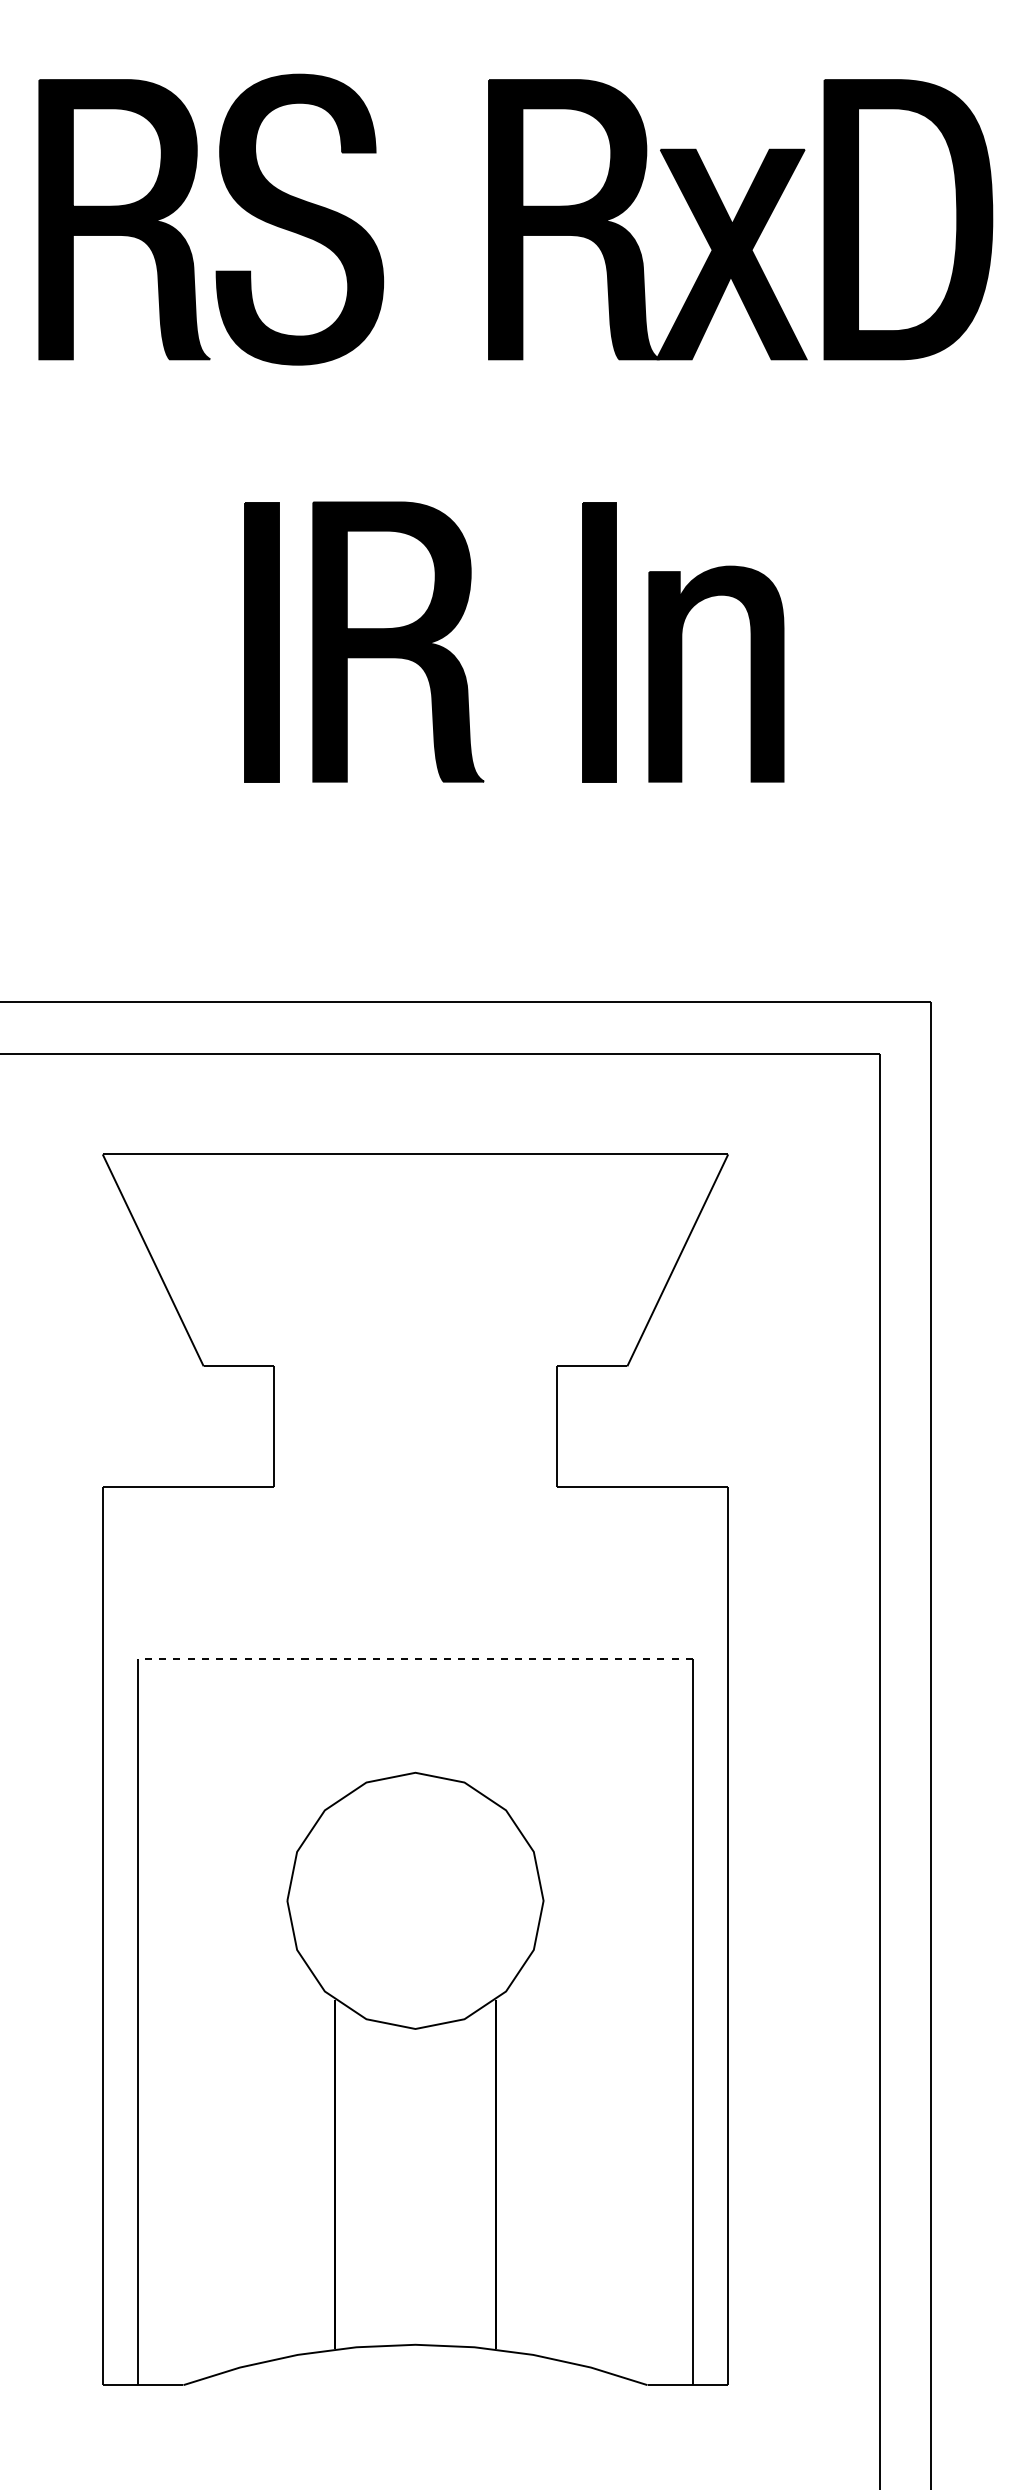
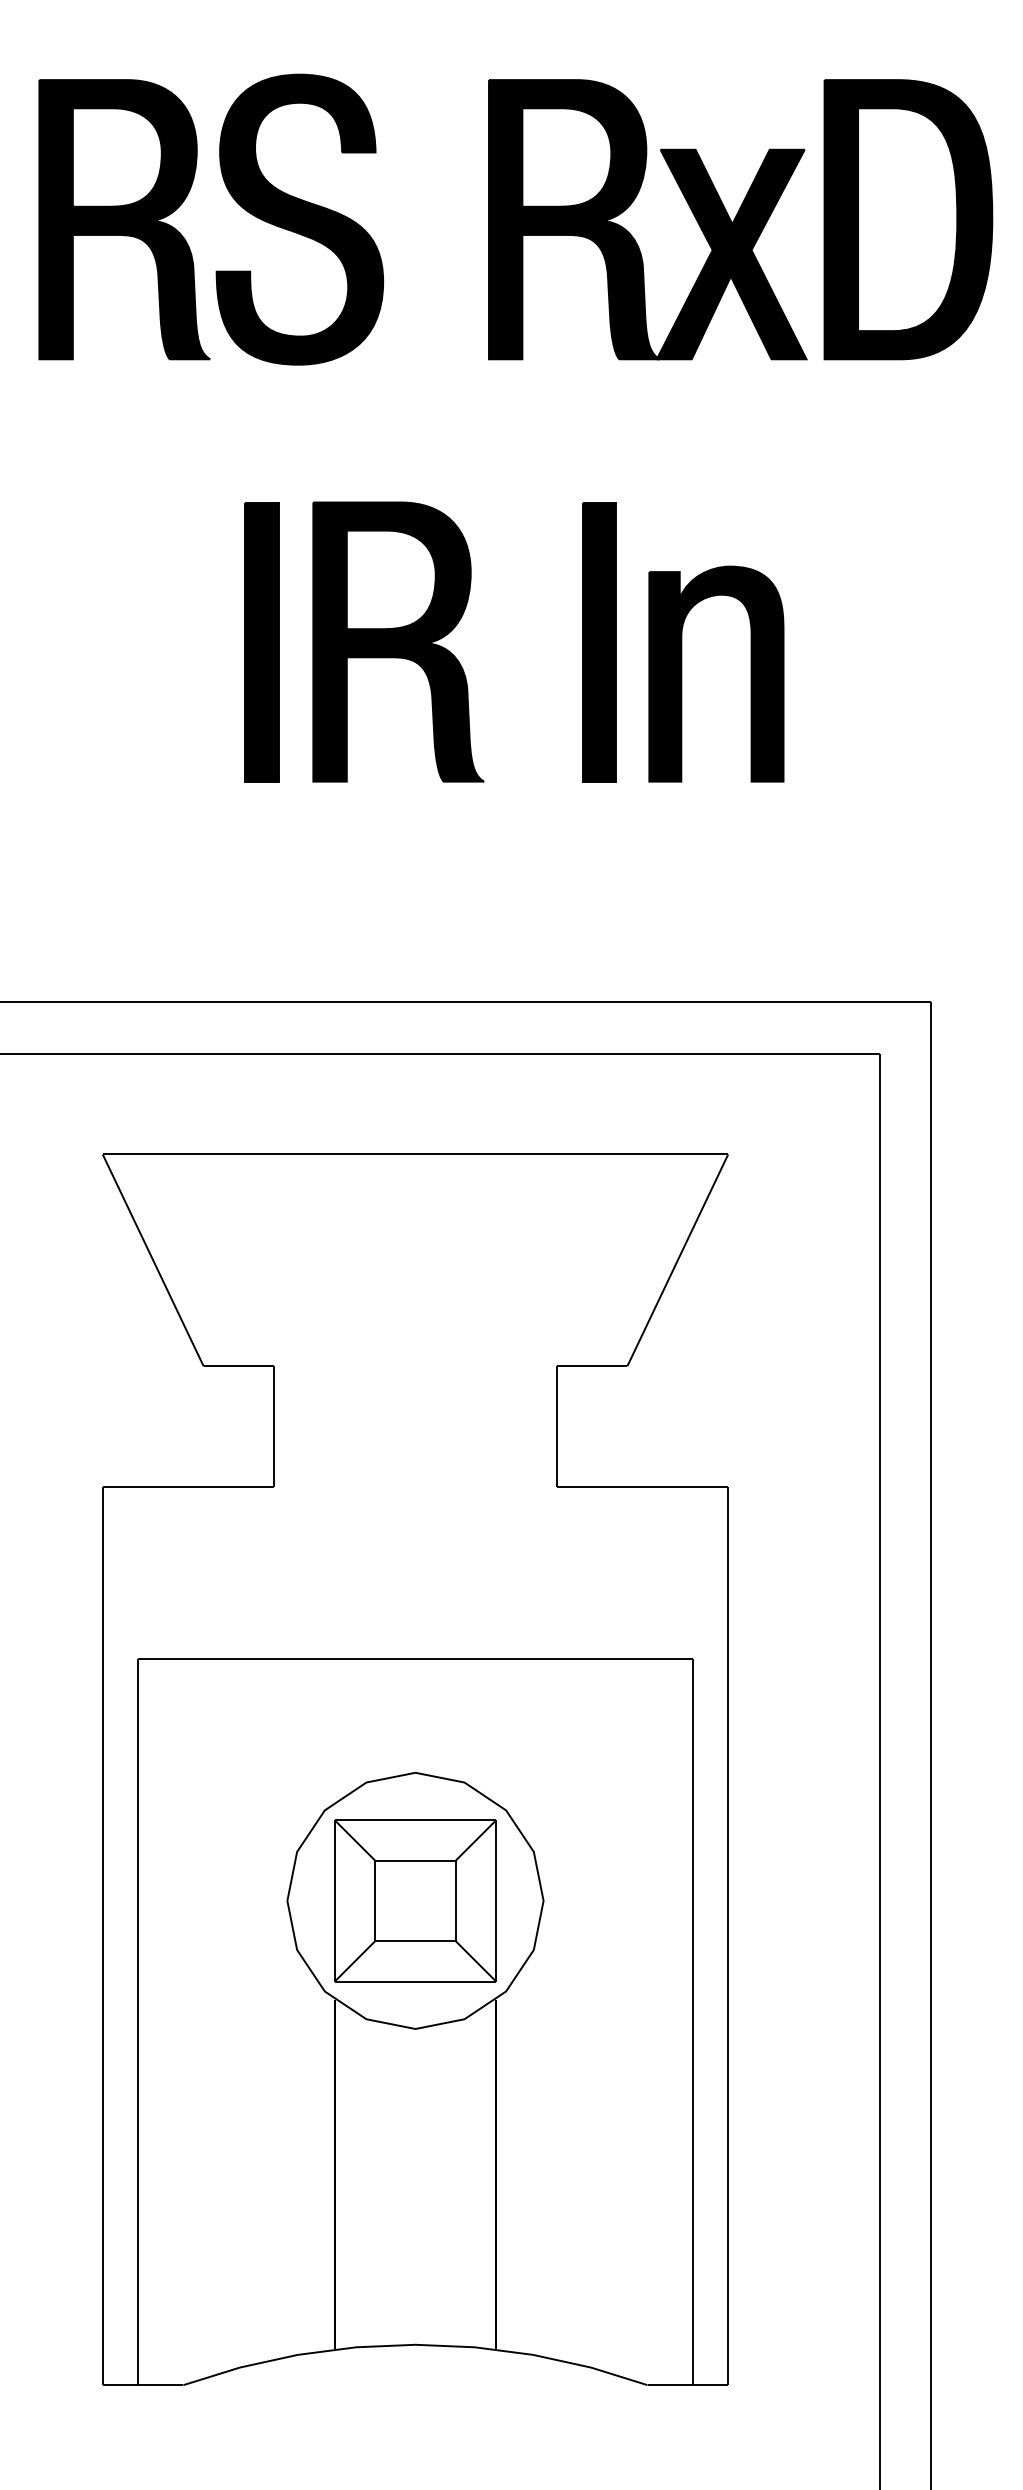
line at (414, 1658): dashed -> solid
part at (415, 1900): none -> present
